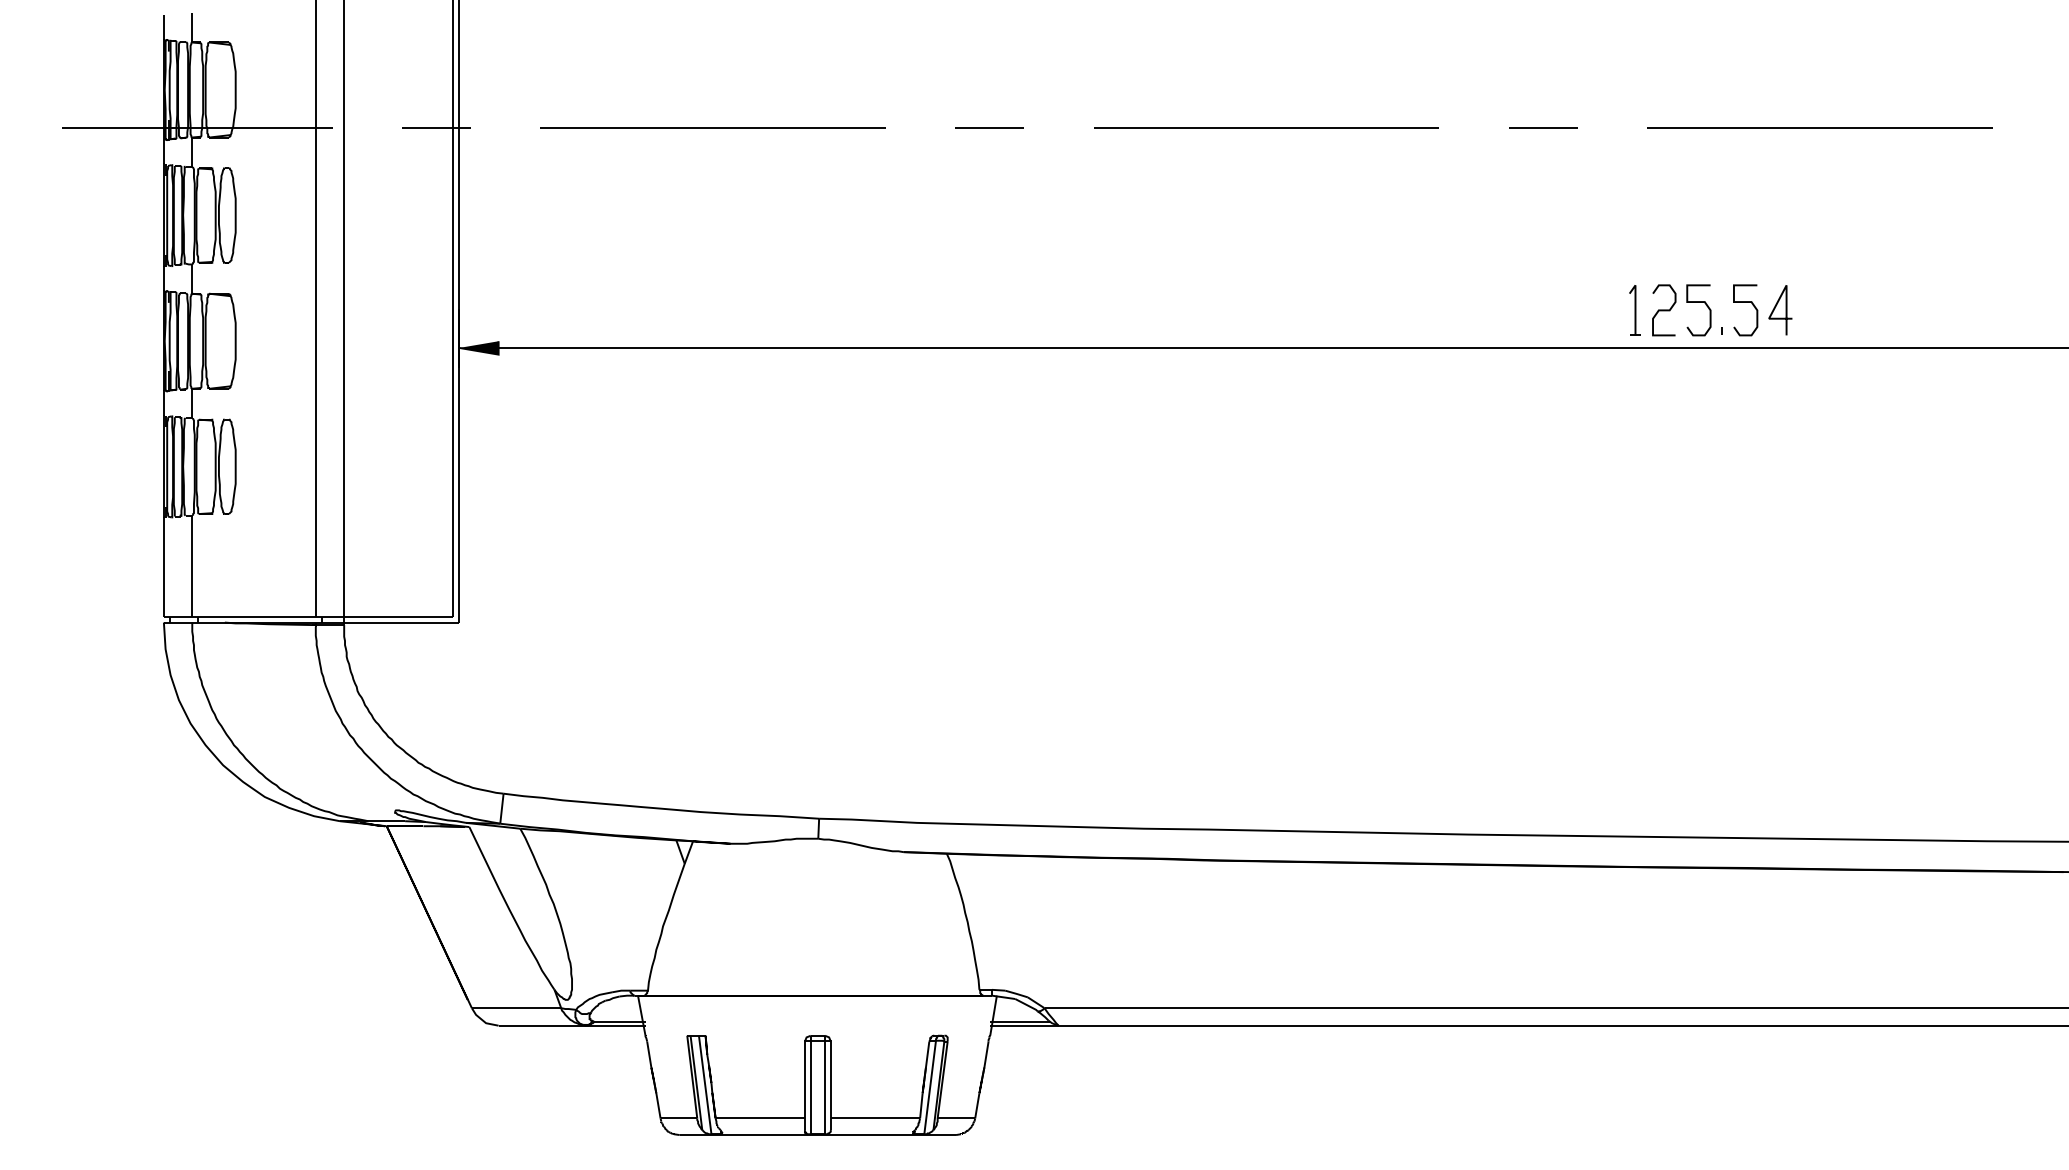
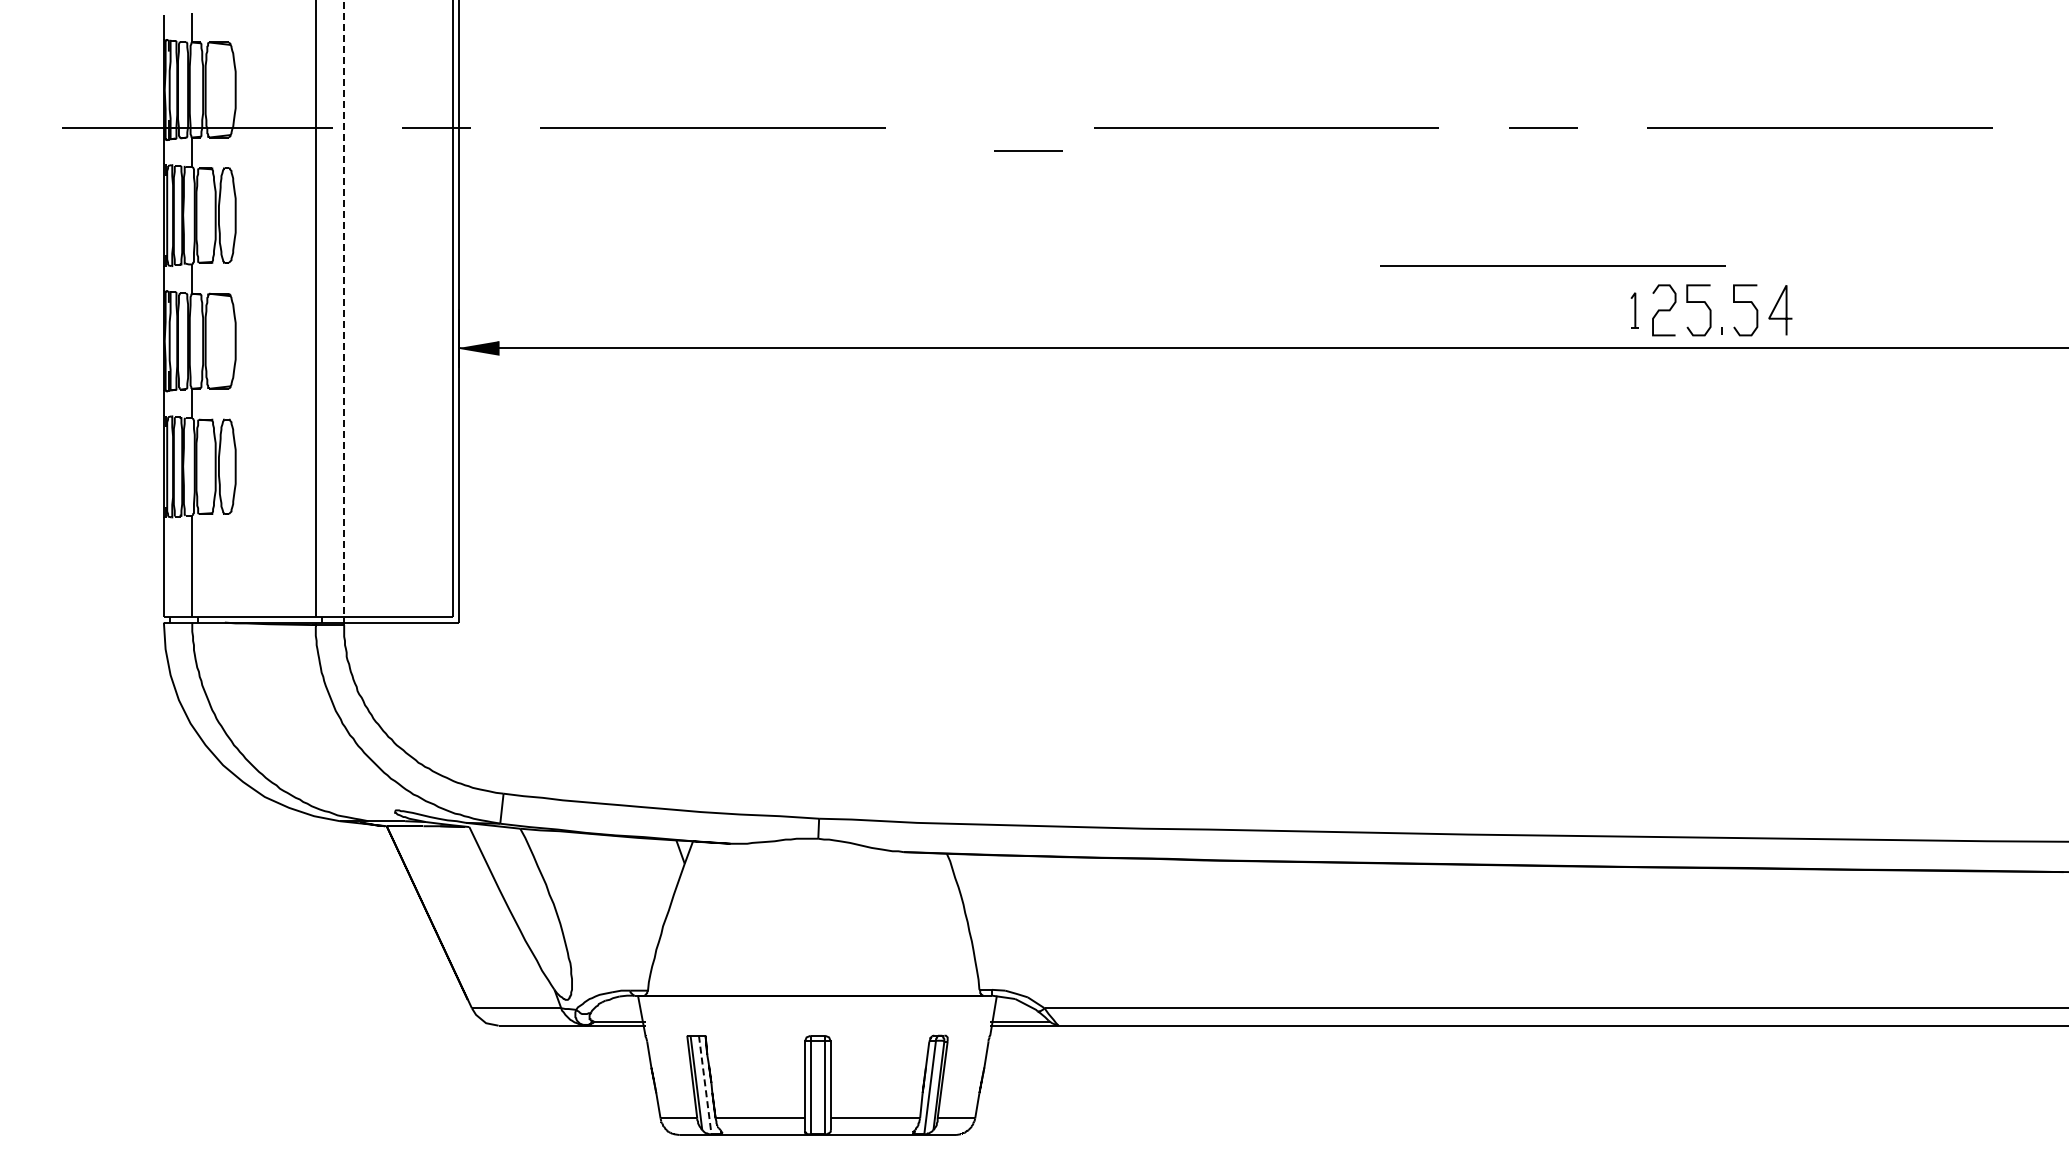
line at (989, 127) position: (989, 127) -> (1028, 150)
line at (1552, 265): none -> present
part at (1634, 310) size: 12x51 px -> 9x37 px
line at (344, 312): solid -> dashed
line at (705, 1084): solid -> dashed
